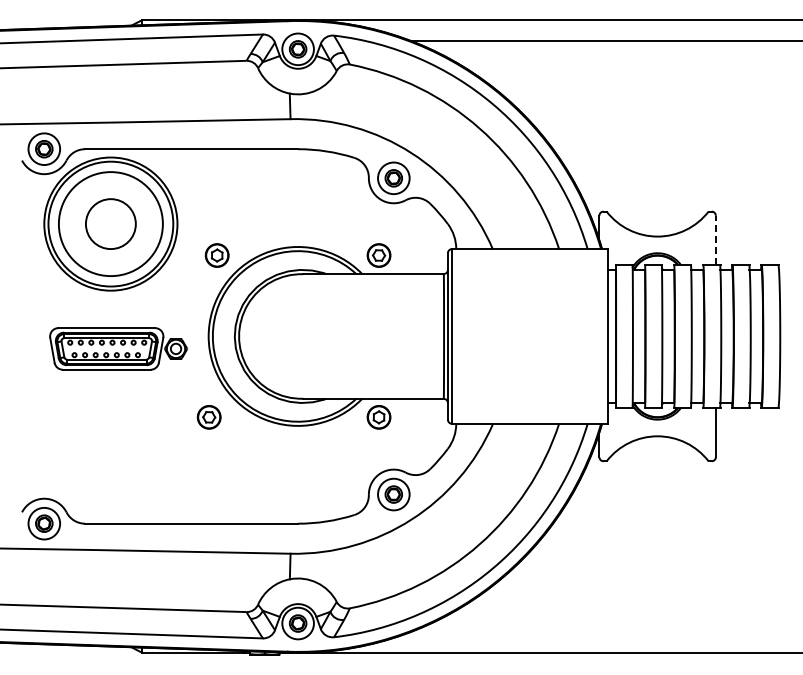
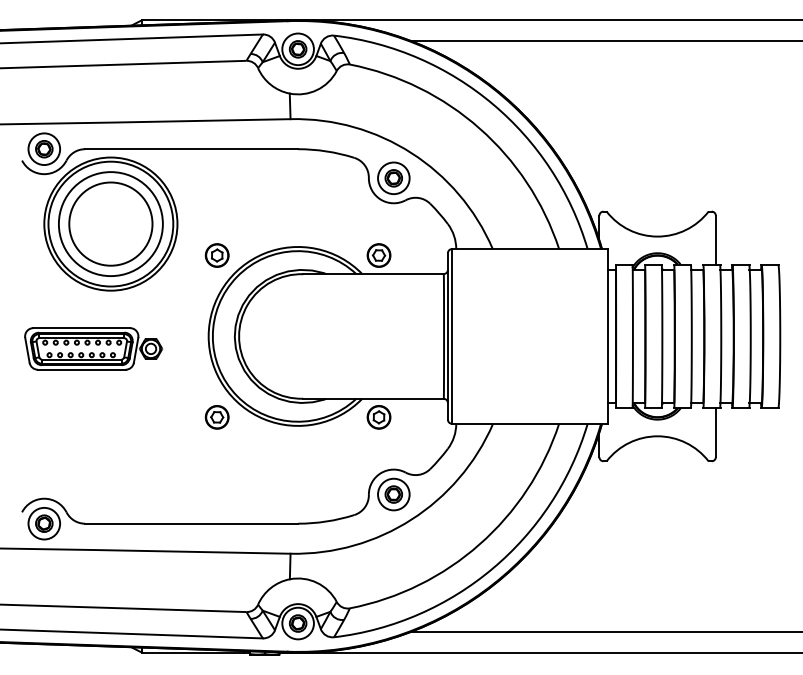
circle at (110, 224) diameter: 50 px -> 83 px
line at (715, 239): dashed -> solid
part at (118, 348) position: (118, 348) -> (93, 348)
part at (208, 417) position: (208, 417) -> (216, 417)
line at (604, 631): none -> present
